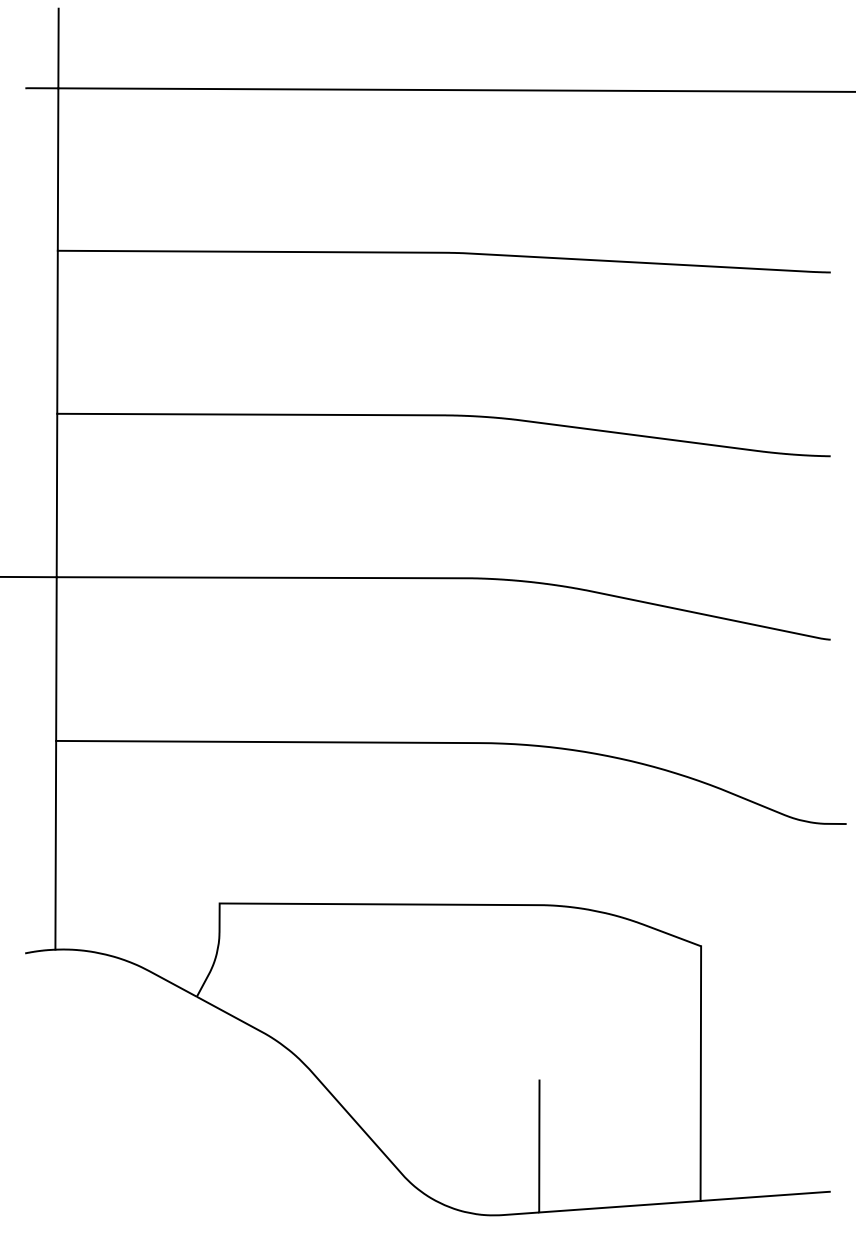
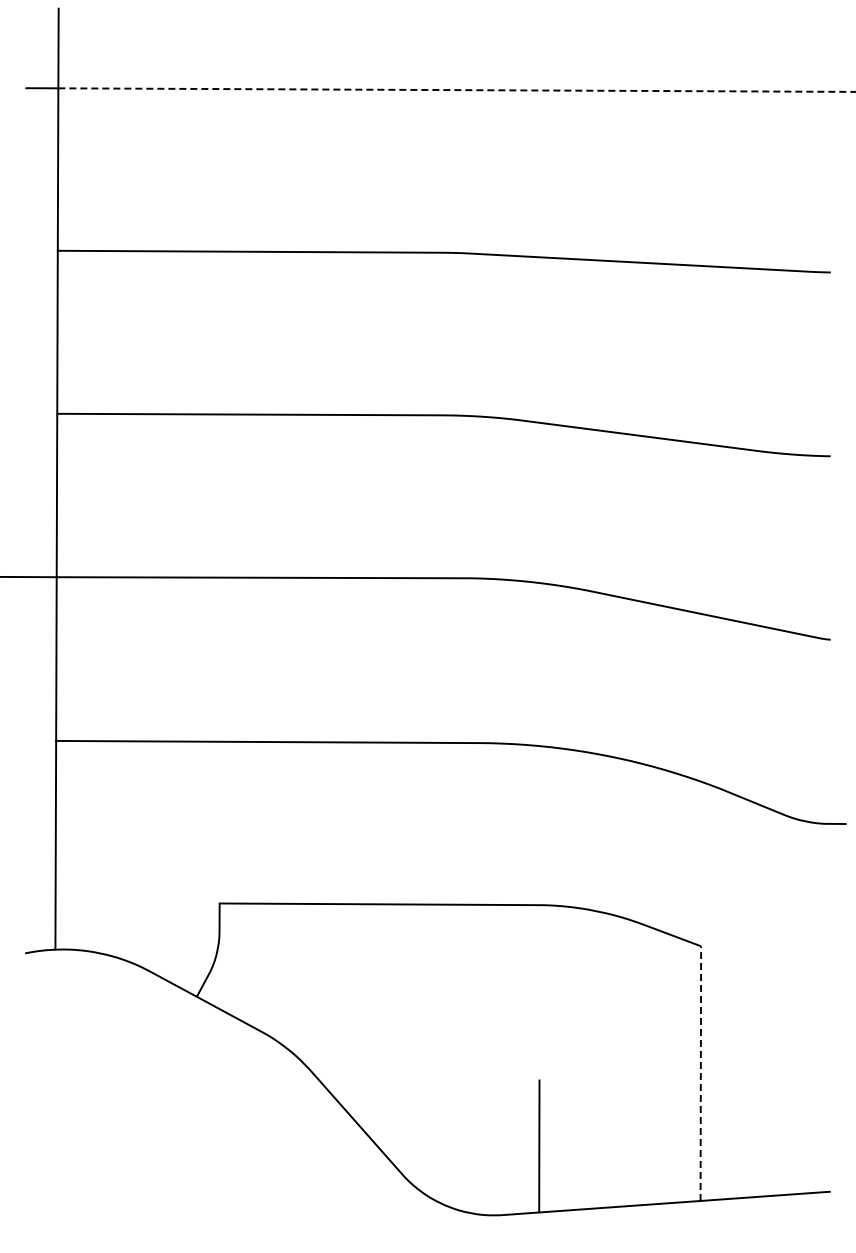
line at (457, 90): solid -> dashed
line at (700, 1073): solid -> dashed
